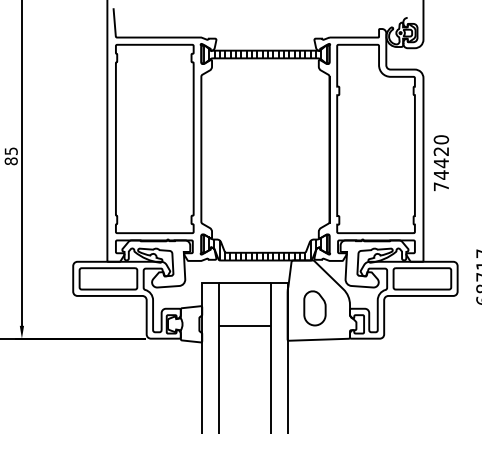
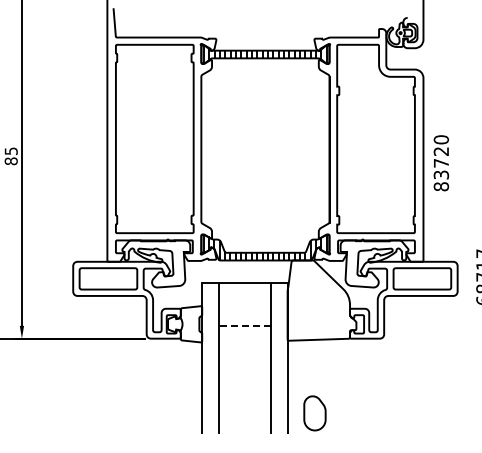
text at (441, 174): 74420 -> 83720
part at (314, 308) position: (314, 308) -> (314, 413)
line at (244, 325): solid -> dashed
